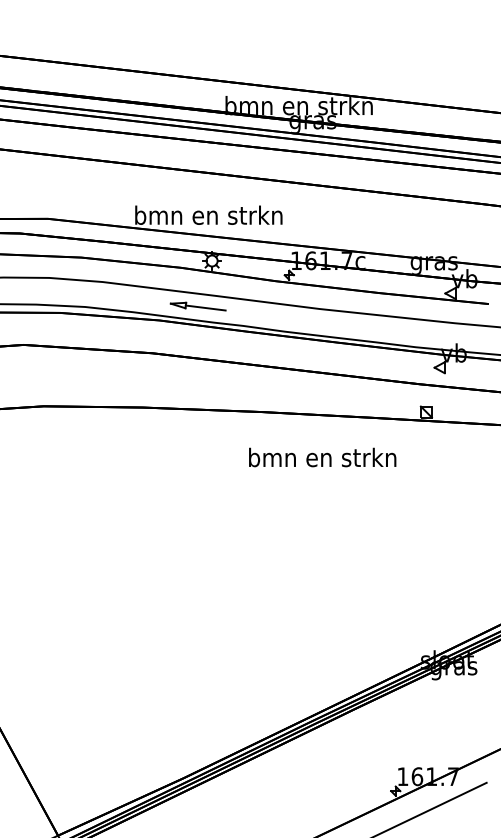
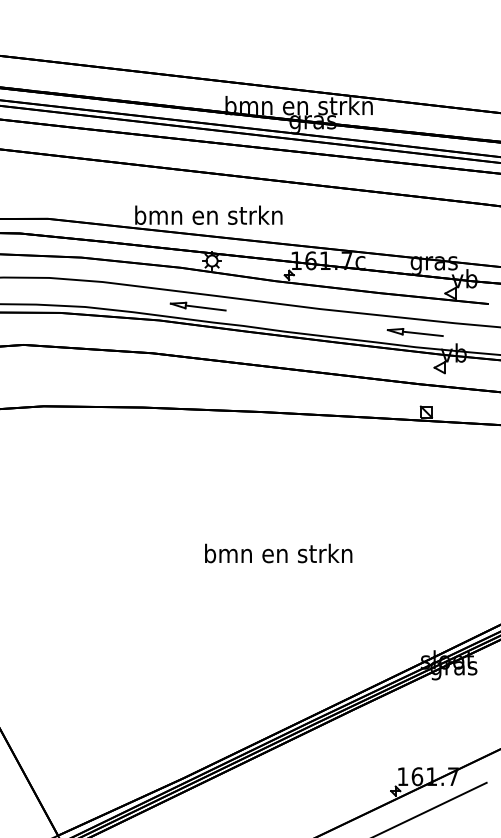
part at (414, 332): none -> present
text at (322, 457) position: (322, 457) -> (278, 553)
